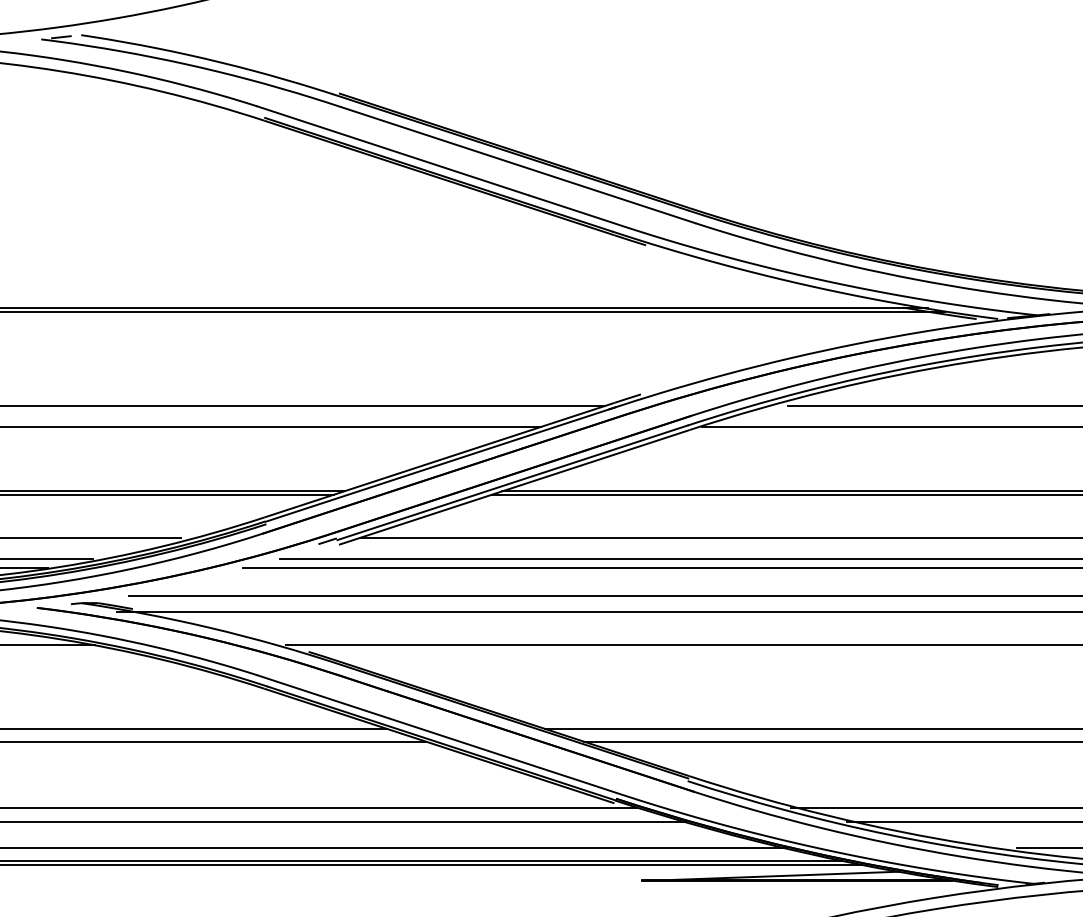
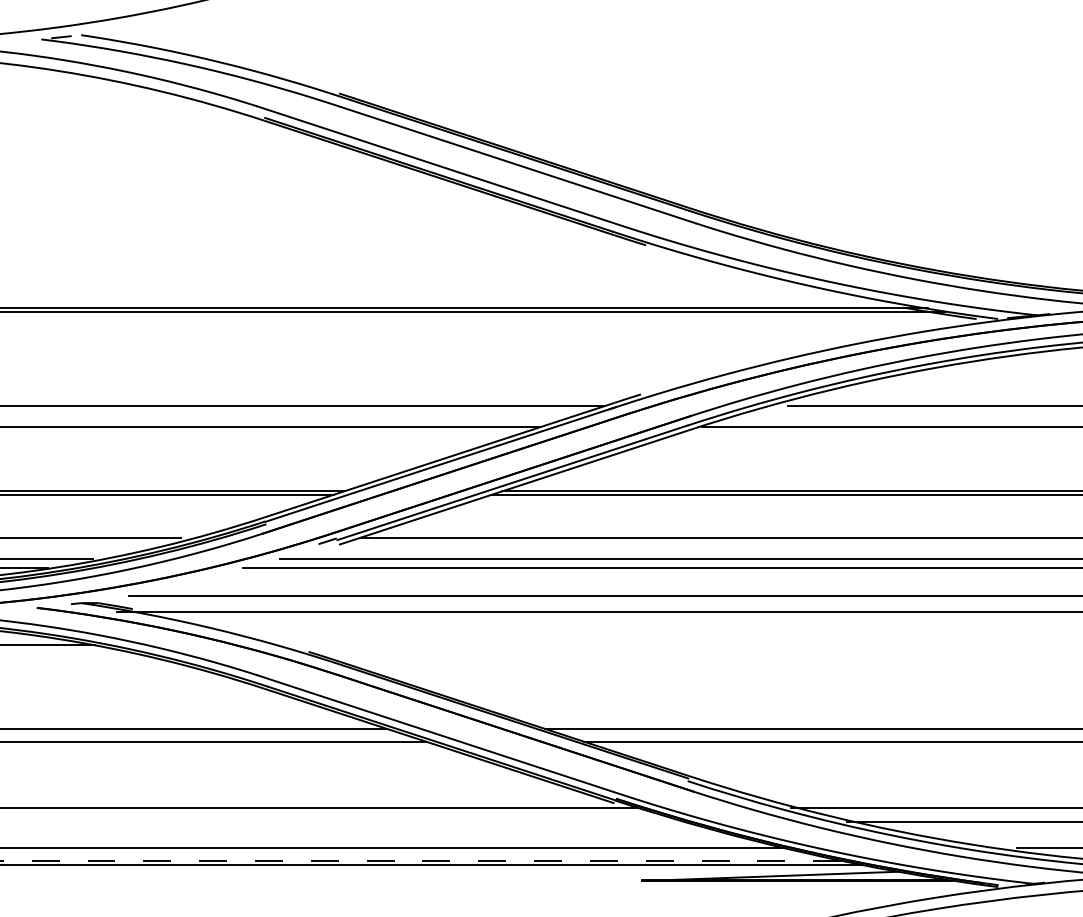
line at (682, 645): present -> none
line at (343, 822): present -> none
line at (420, 860): solid -> dashed
